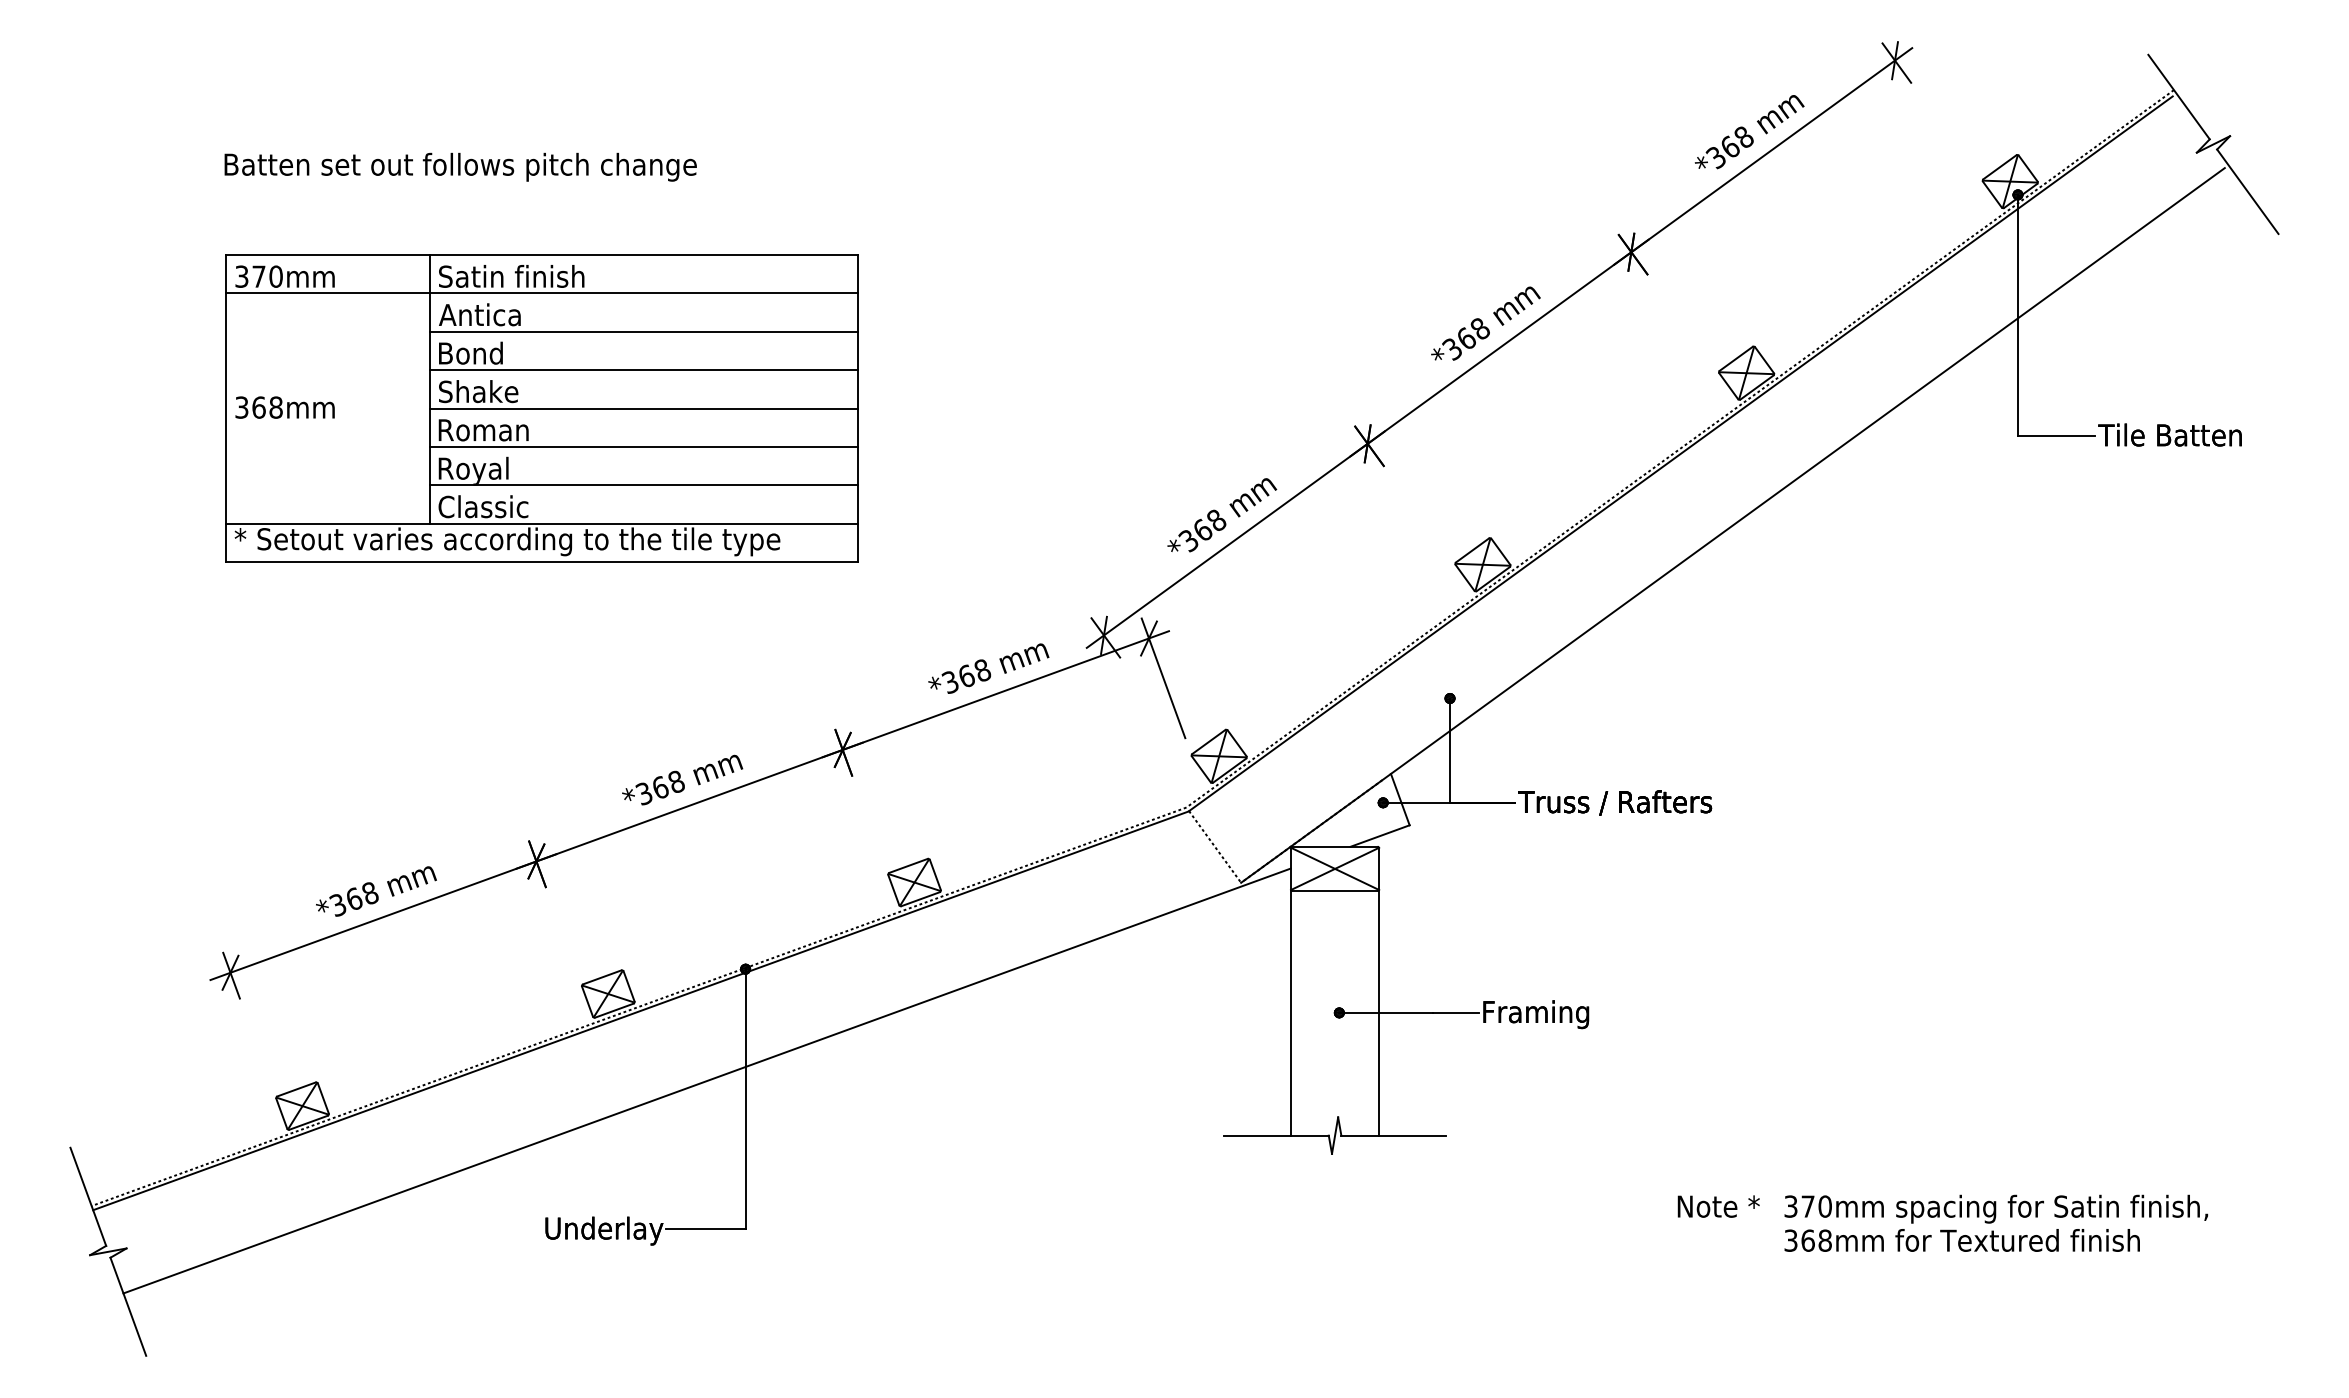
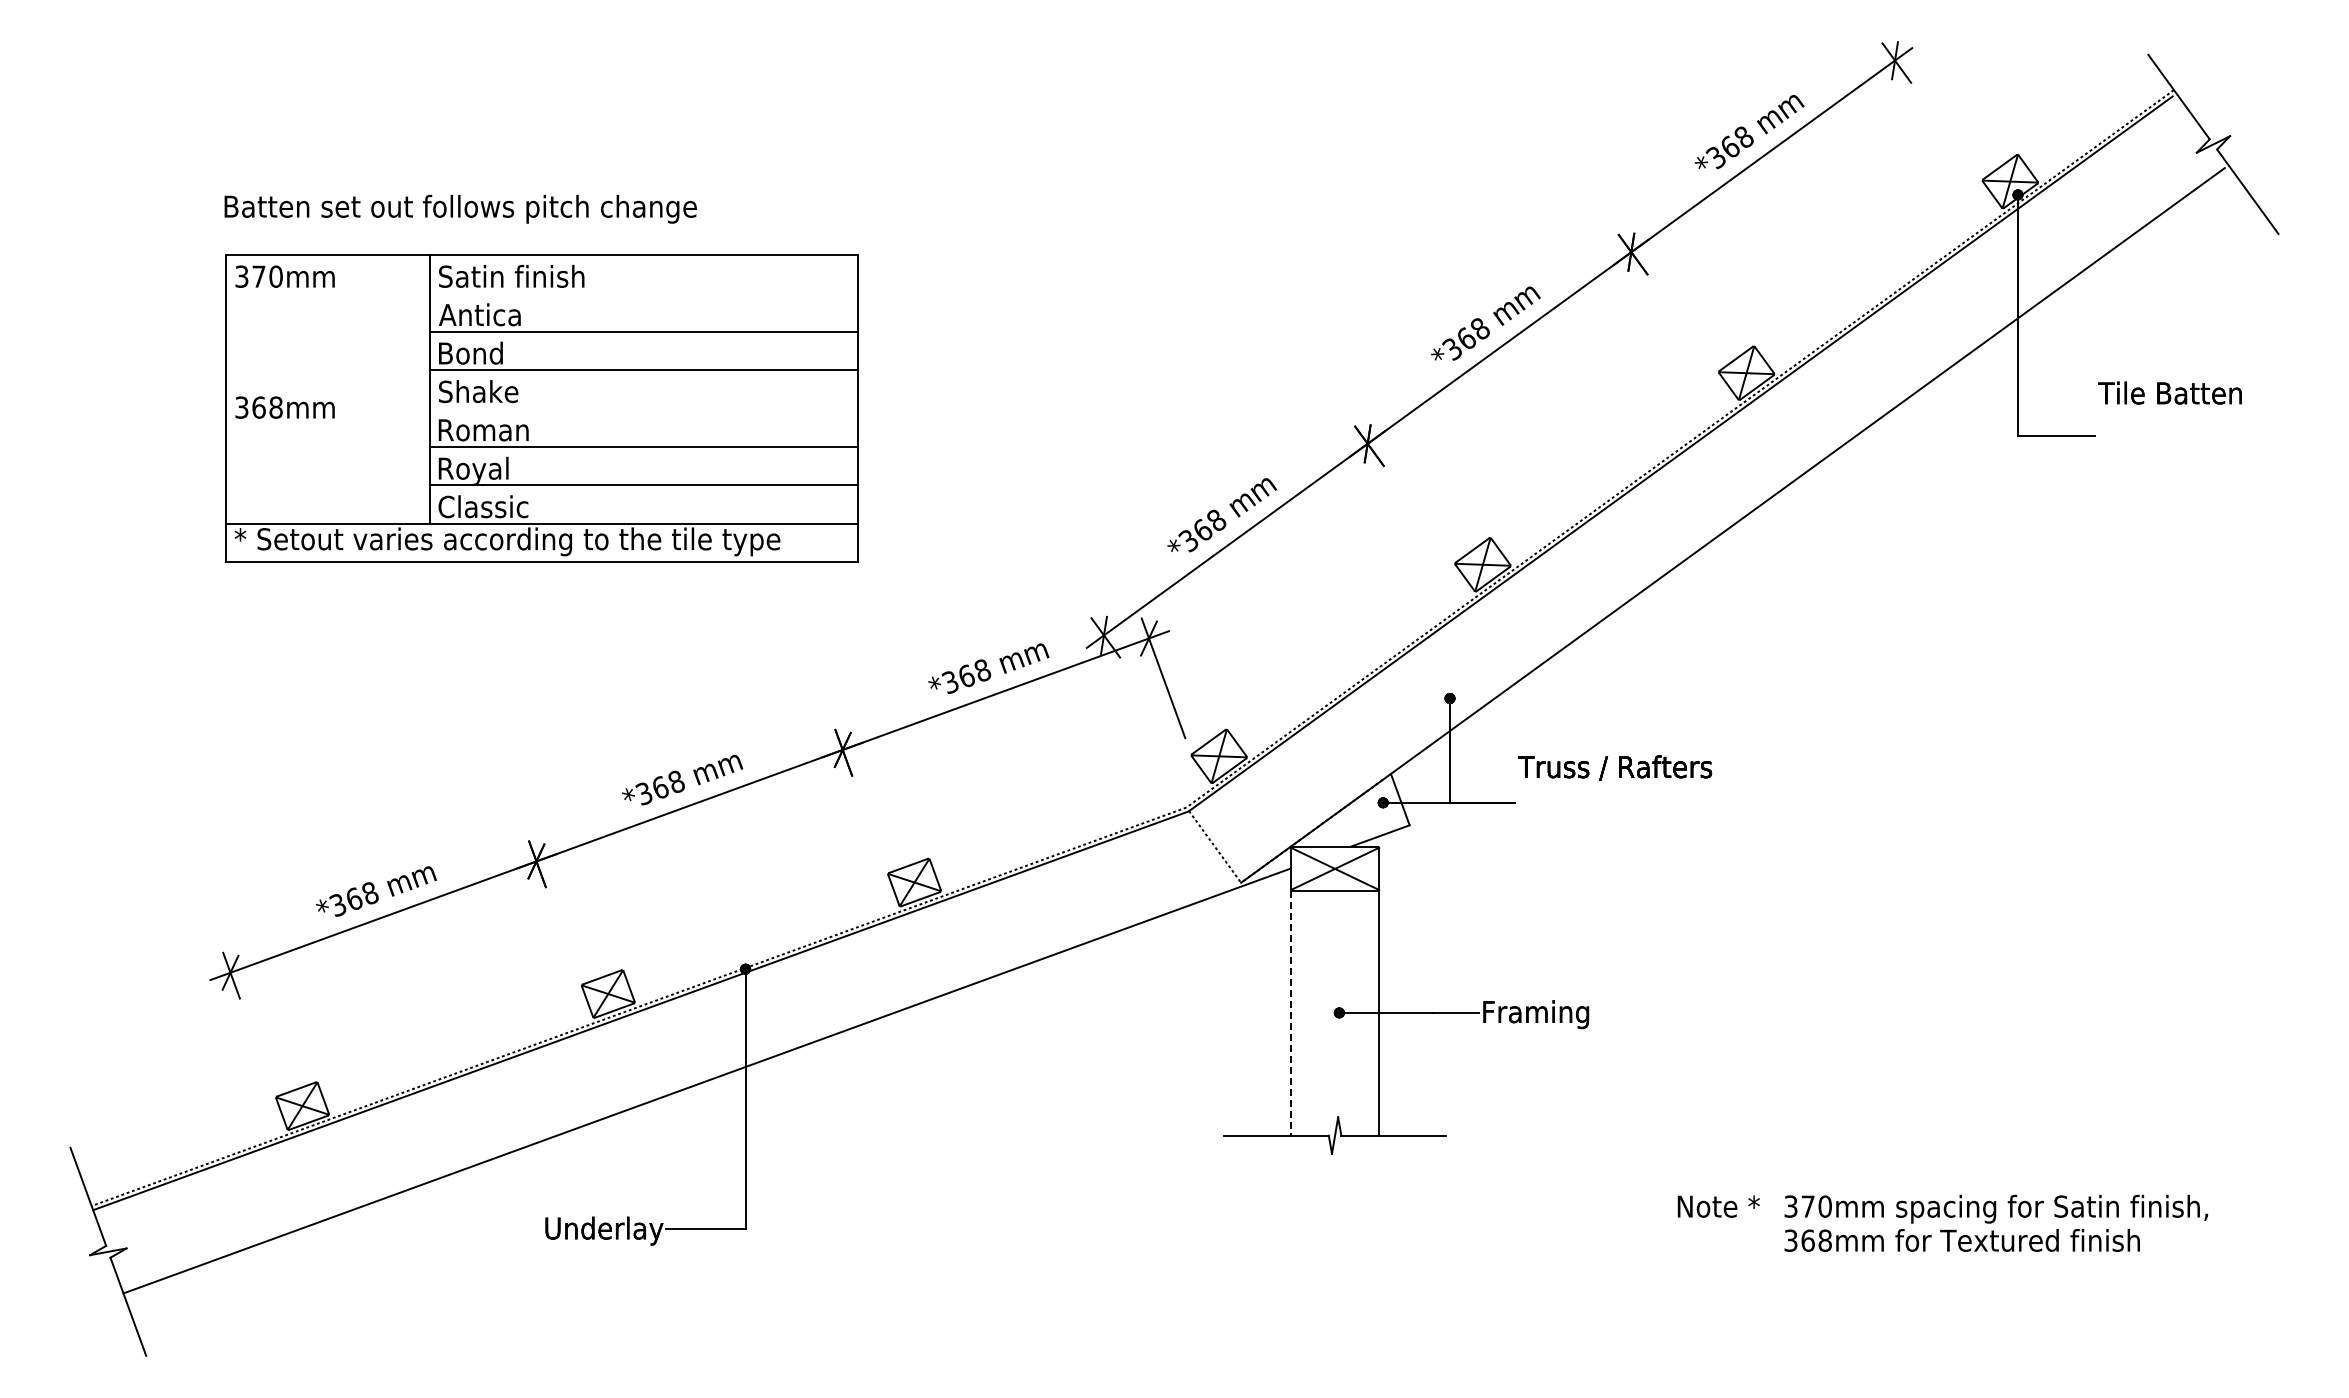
text at (460, 166) position: (460, 166) -> (460, 208)
line at (541, 293): present -> none
line at (643, 408): present -> none
text at (2169, 434) position: (2169, 434) -> (2169, 392)
text at (1615, 802) position: (1615, 802) -> (1615, 767)
line at (1290, 1013): solid -> dashed
